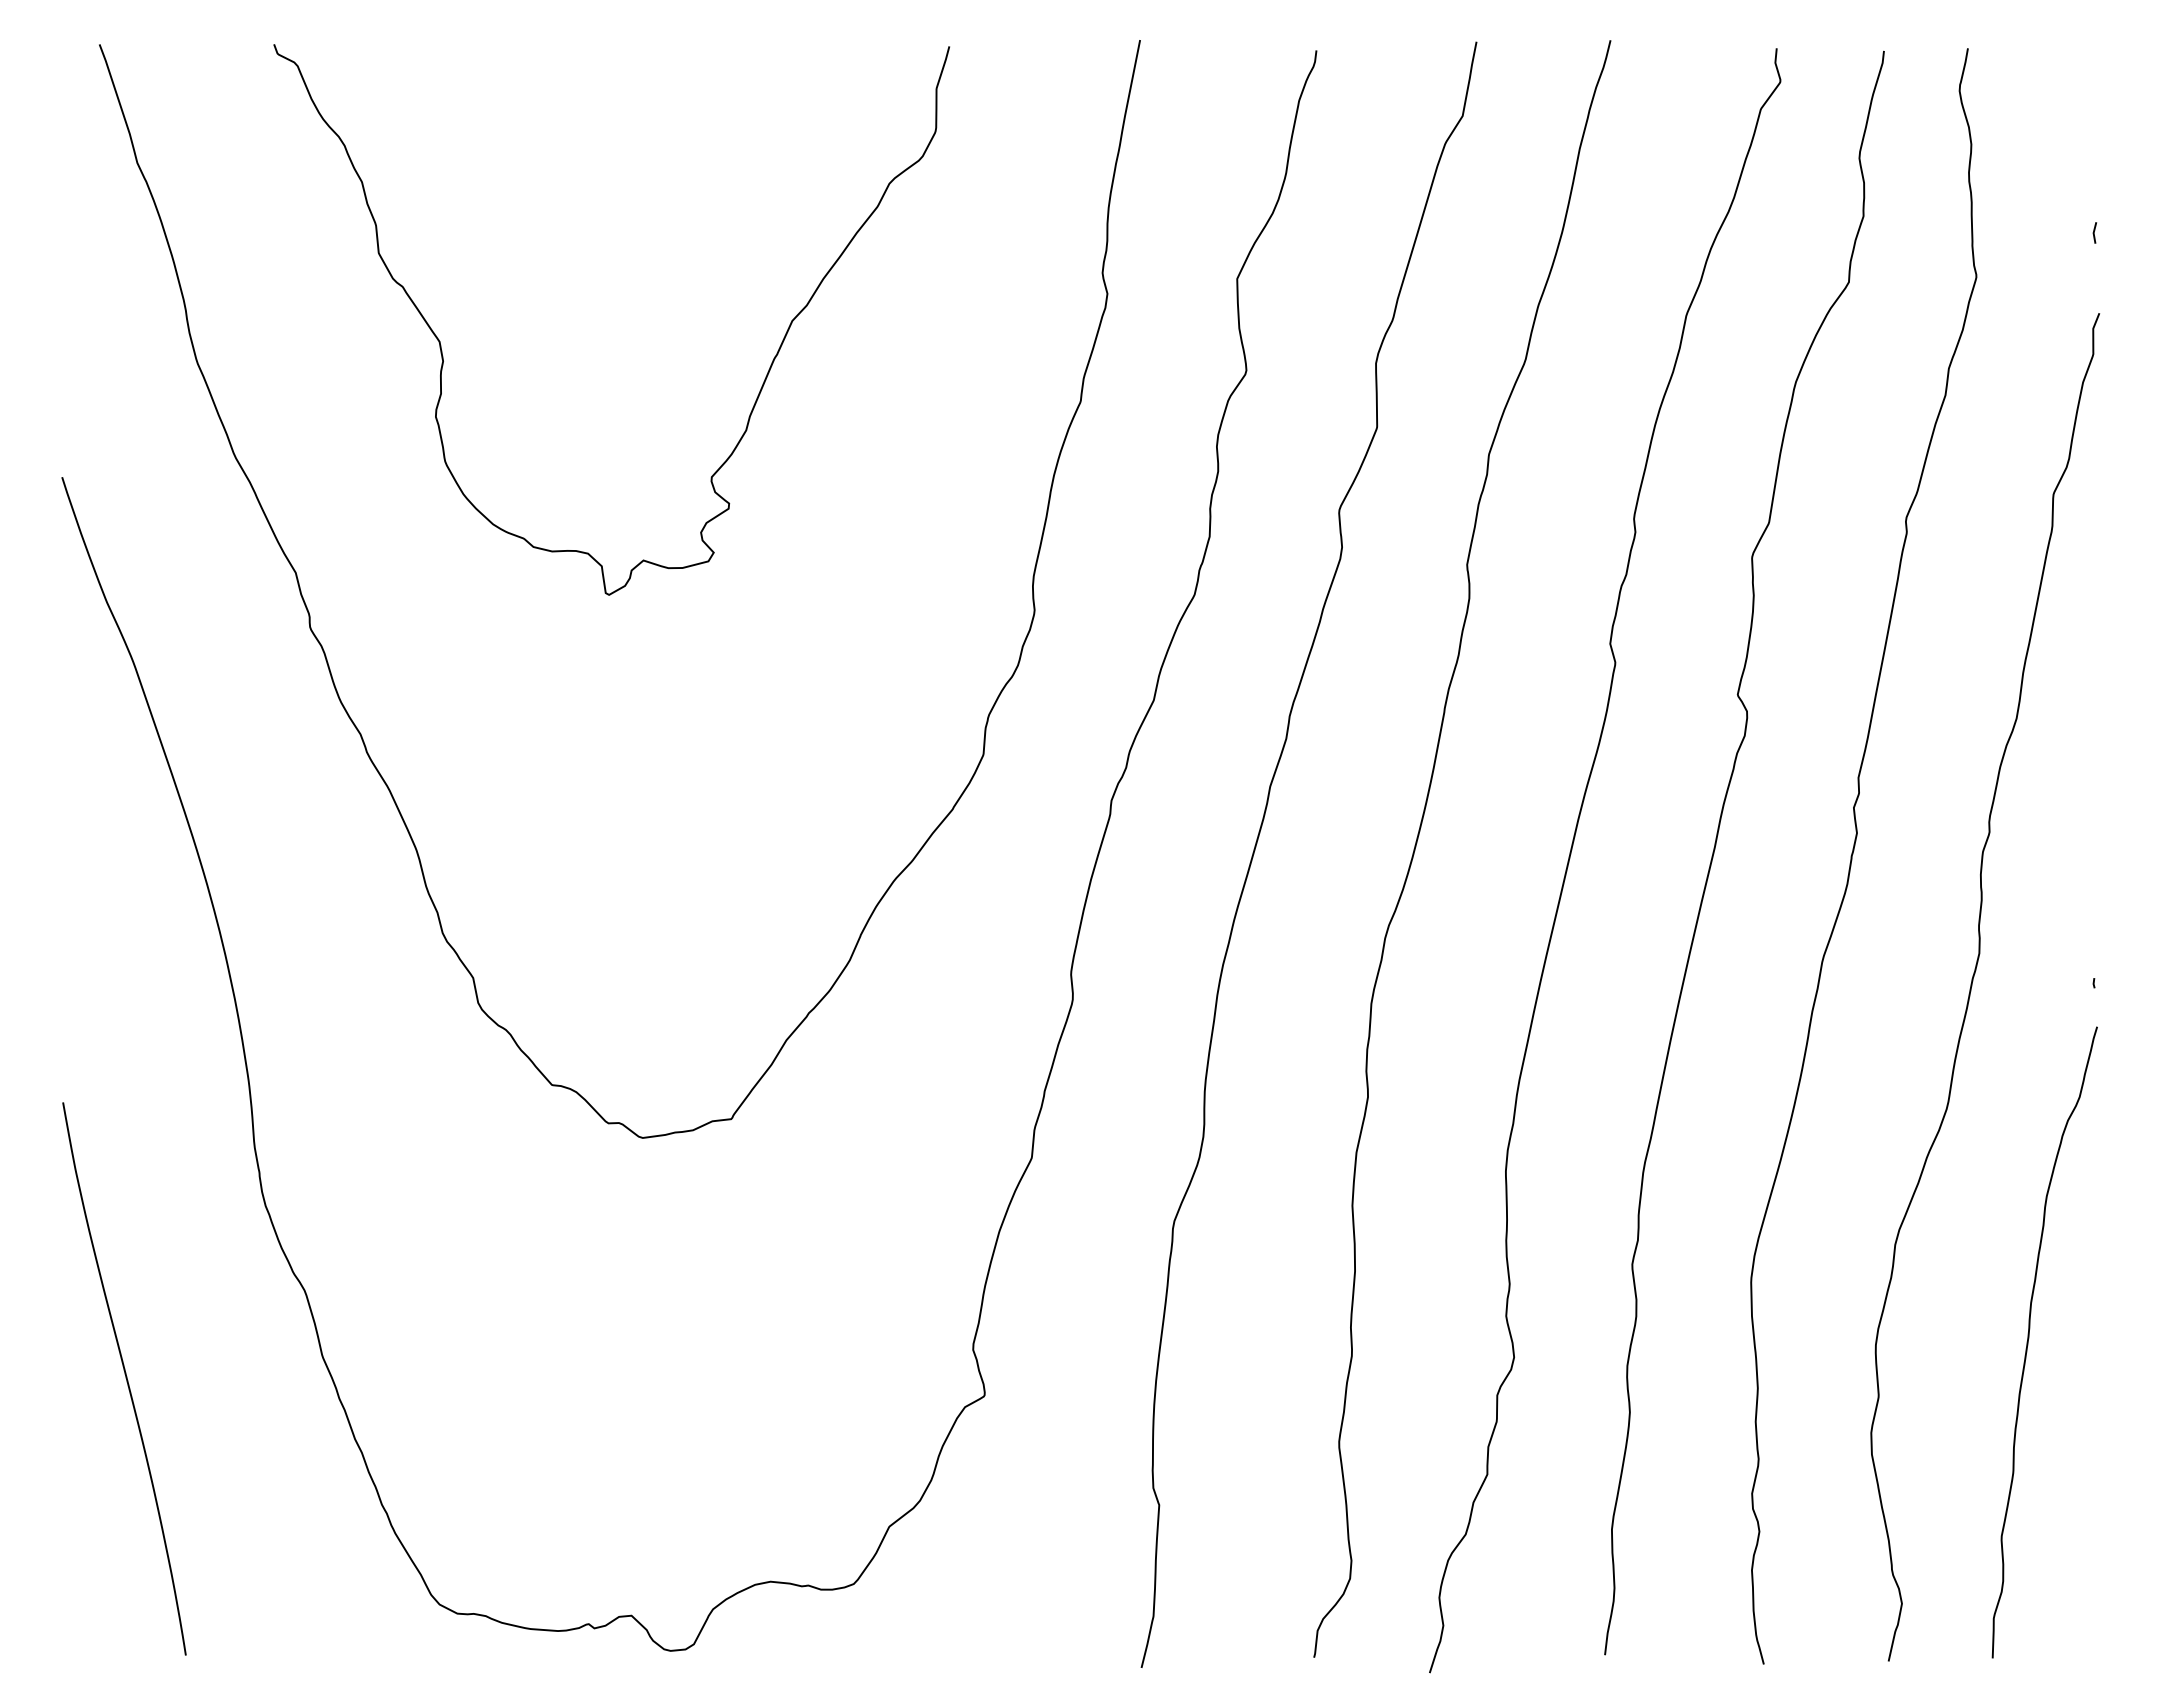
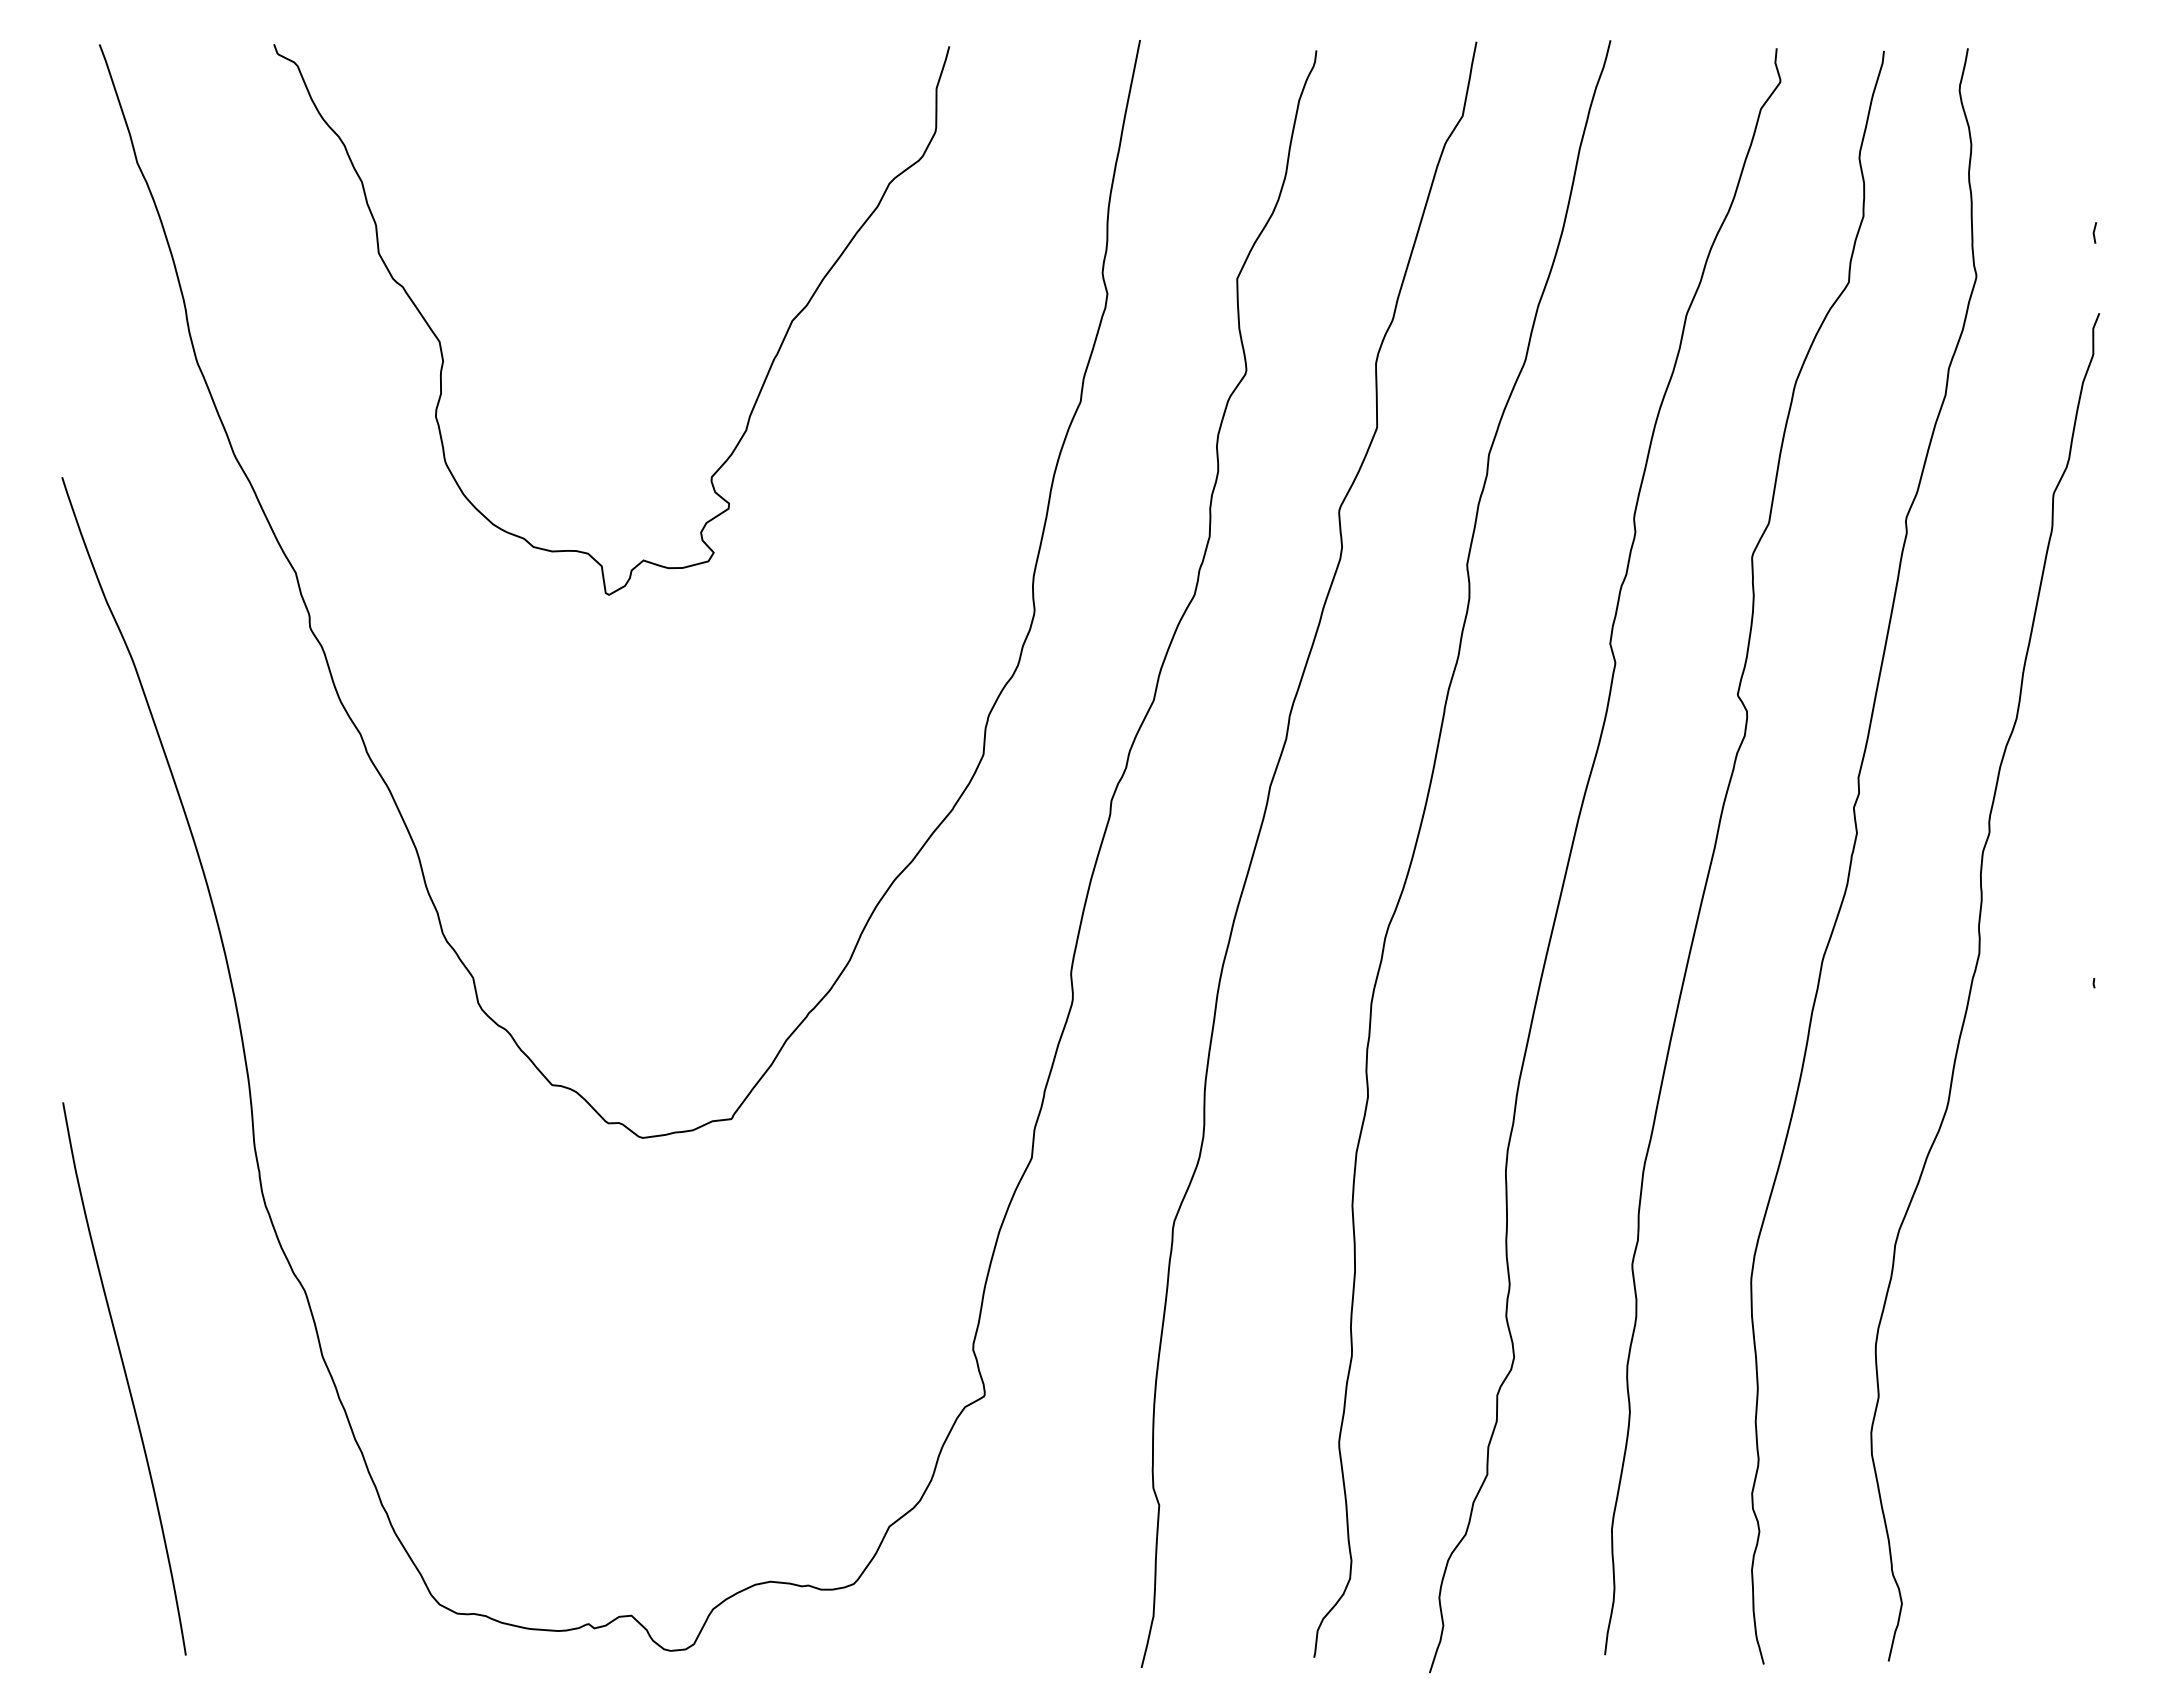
curve at (2029, 1338): present -> none
